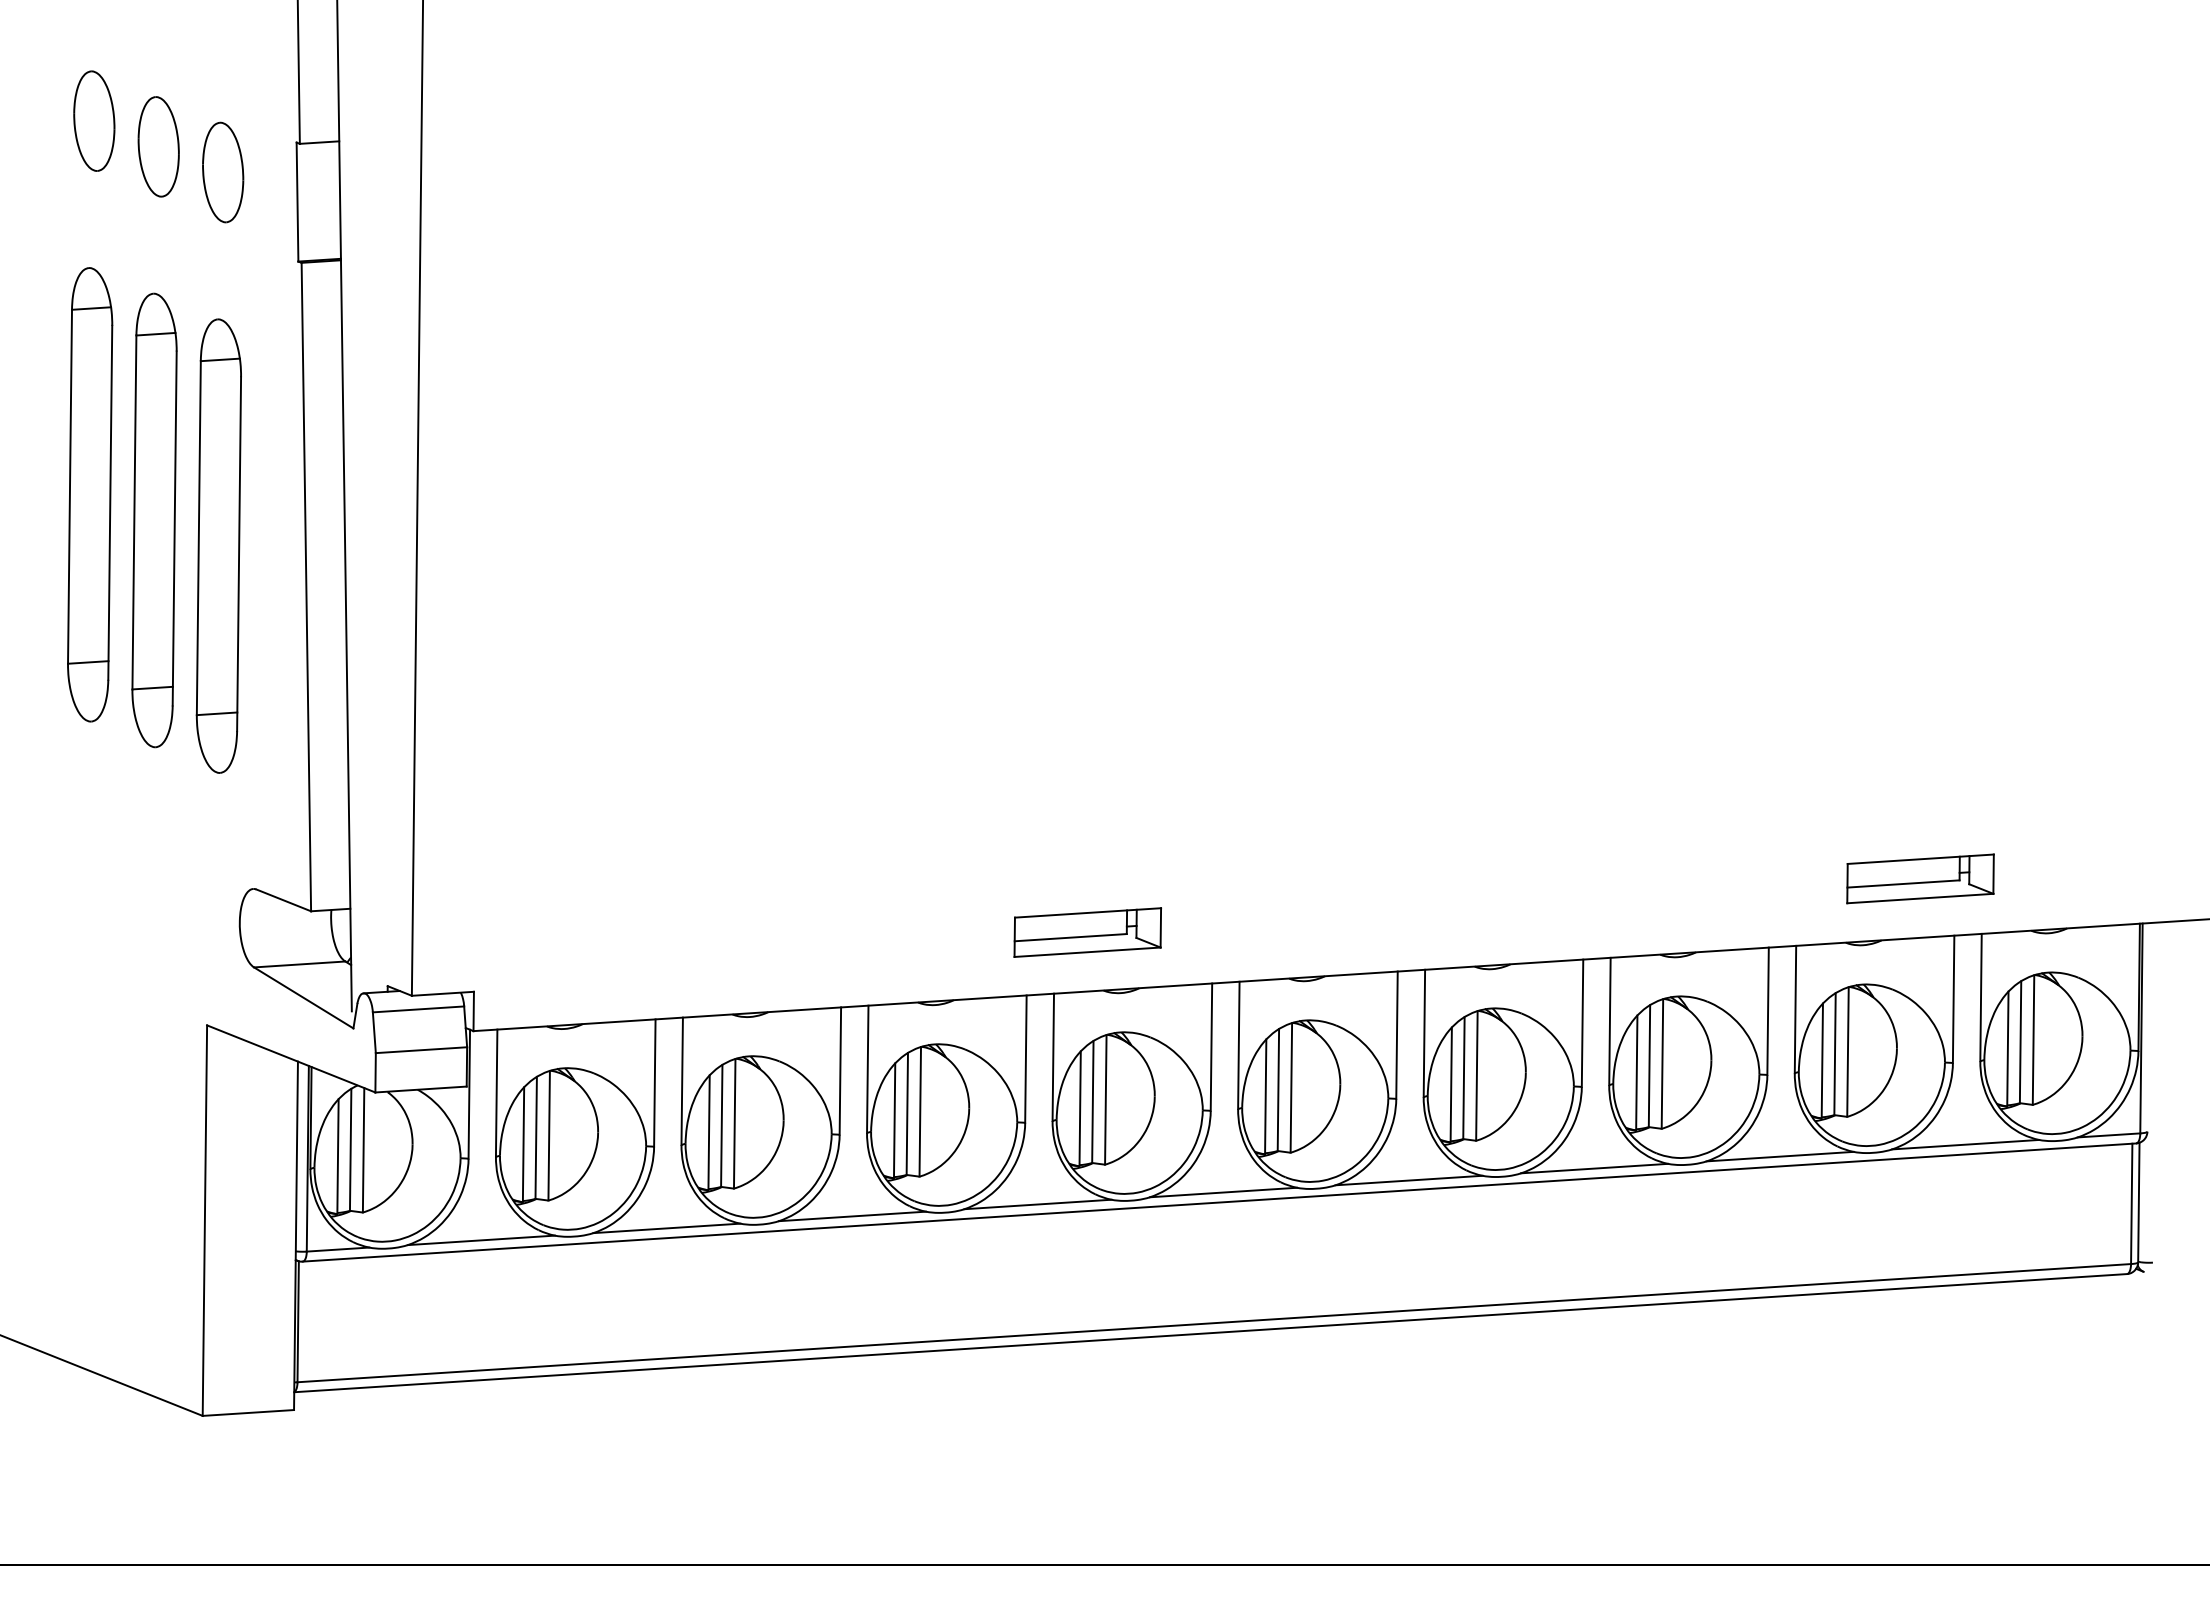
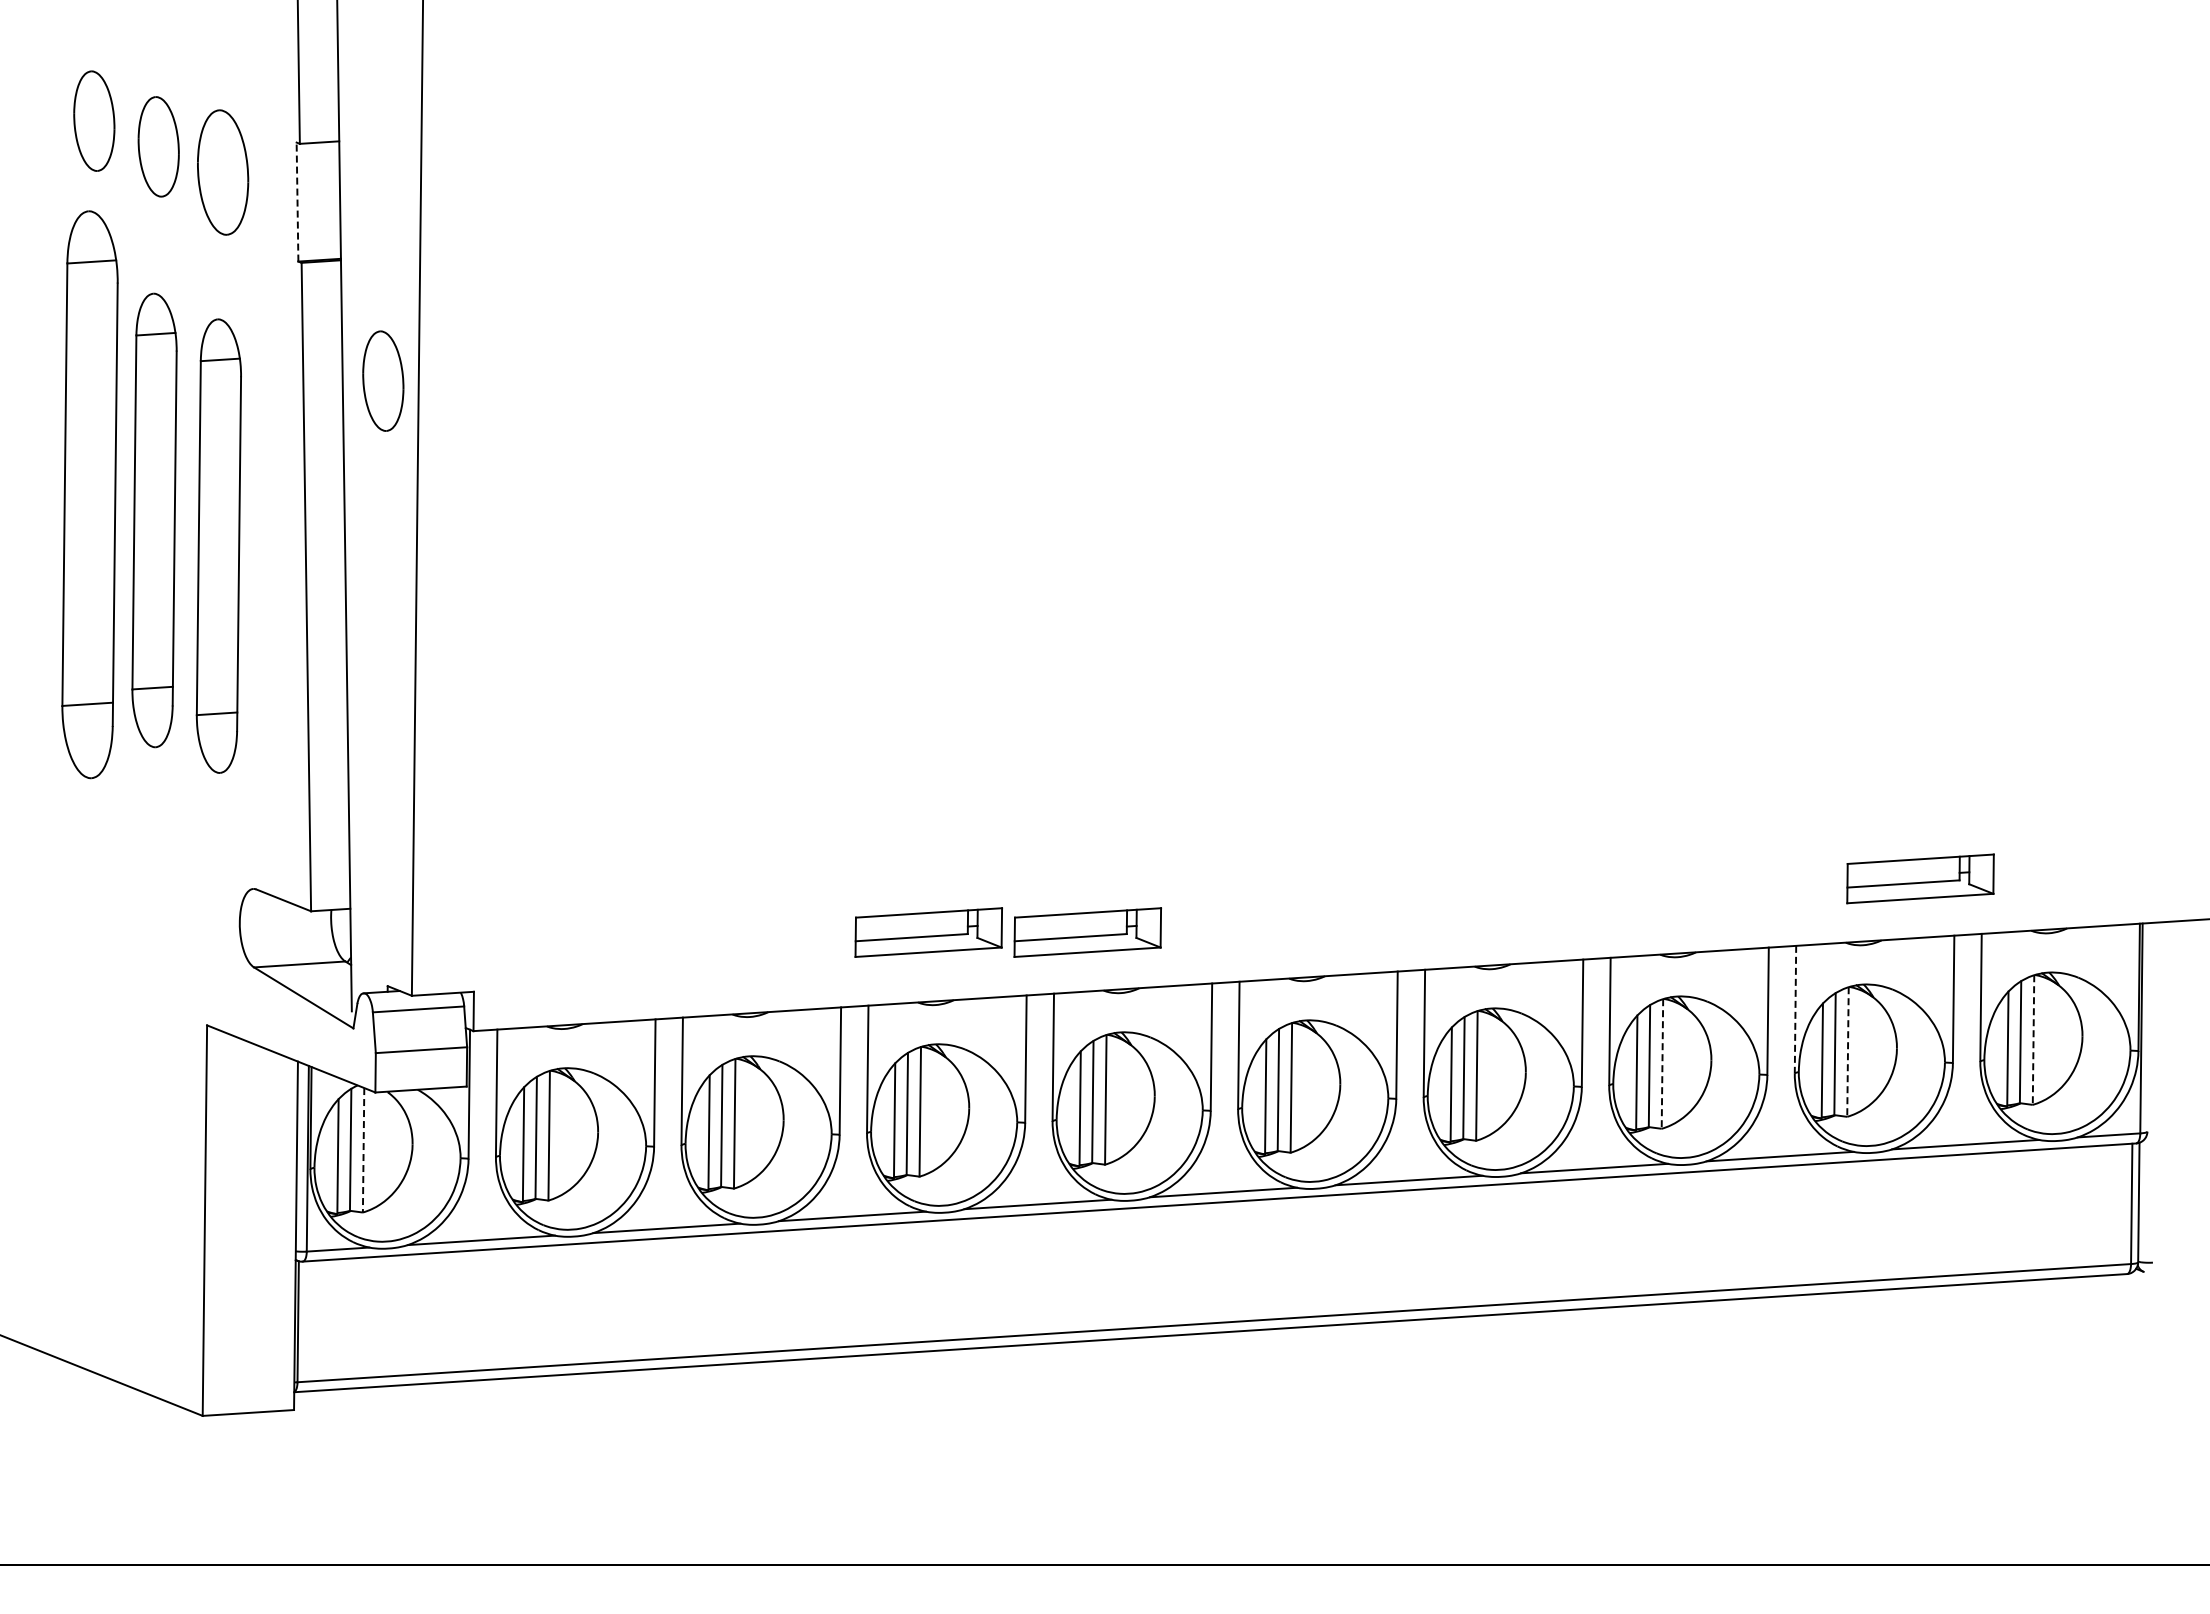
part at (223, 172) size: 43x103 px -> 53x127 px
line at (297, 202): solid -> dashed
part at (383, 380): none -> present
part at (90, 494) size: 47x456 px -> 58x570 px
part at (928, 932): none -> present
line at (1795, 1009): solid -> dashed
line at (2033, 1040): solid -> dashed
line at (1847, 1052): solid -> dashed
line at (1662, 1064): solid -> dashed
line at (363, 1150): solid -> dashed
